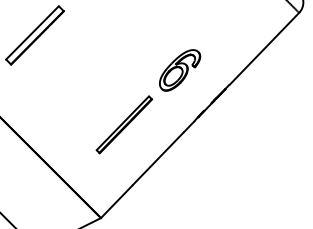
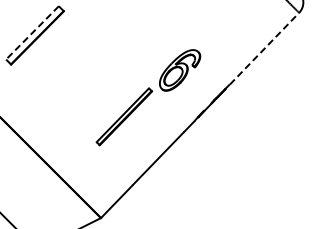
line at (32, 33): solid -> dashed
line at (264, 48): solid -> dashed
part at (124, 124) position: (124, 124) -> (124, 116)
